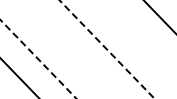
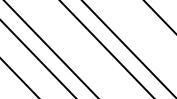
line at (50, 48): none -> present
line at (128, 48): none -> present
line at (106, 49): dashed -> solid
line at (38, 58): dashed -> solid
